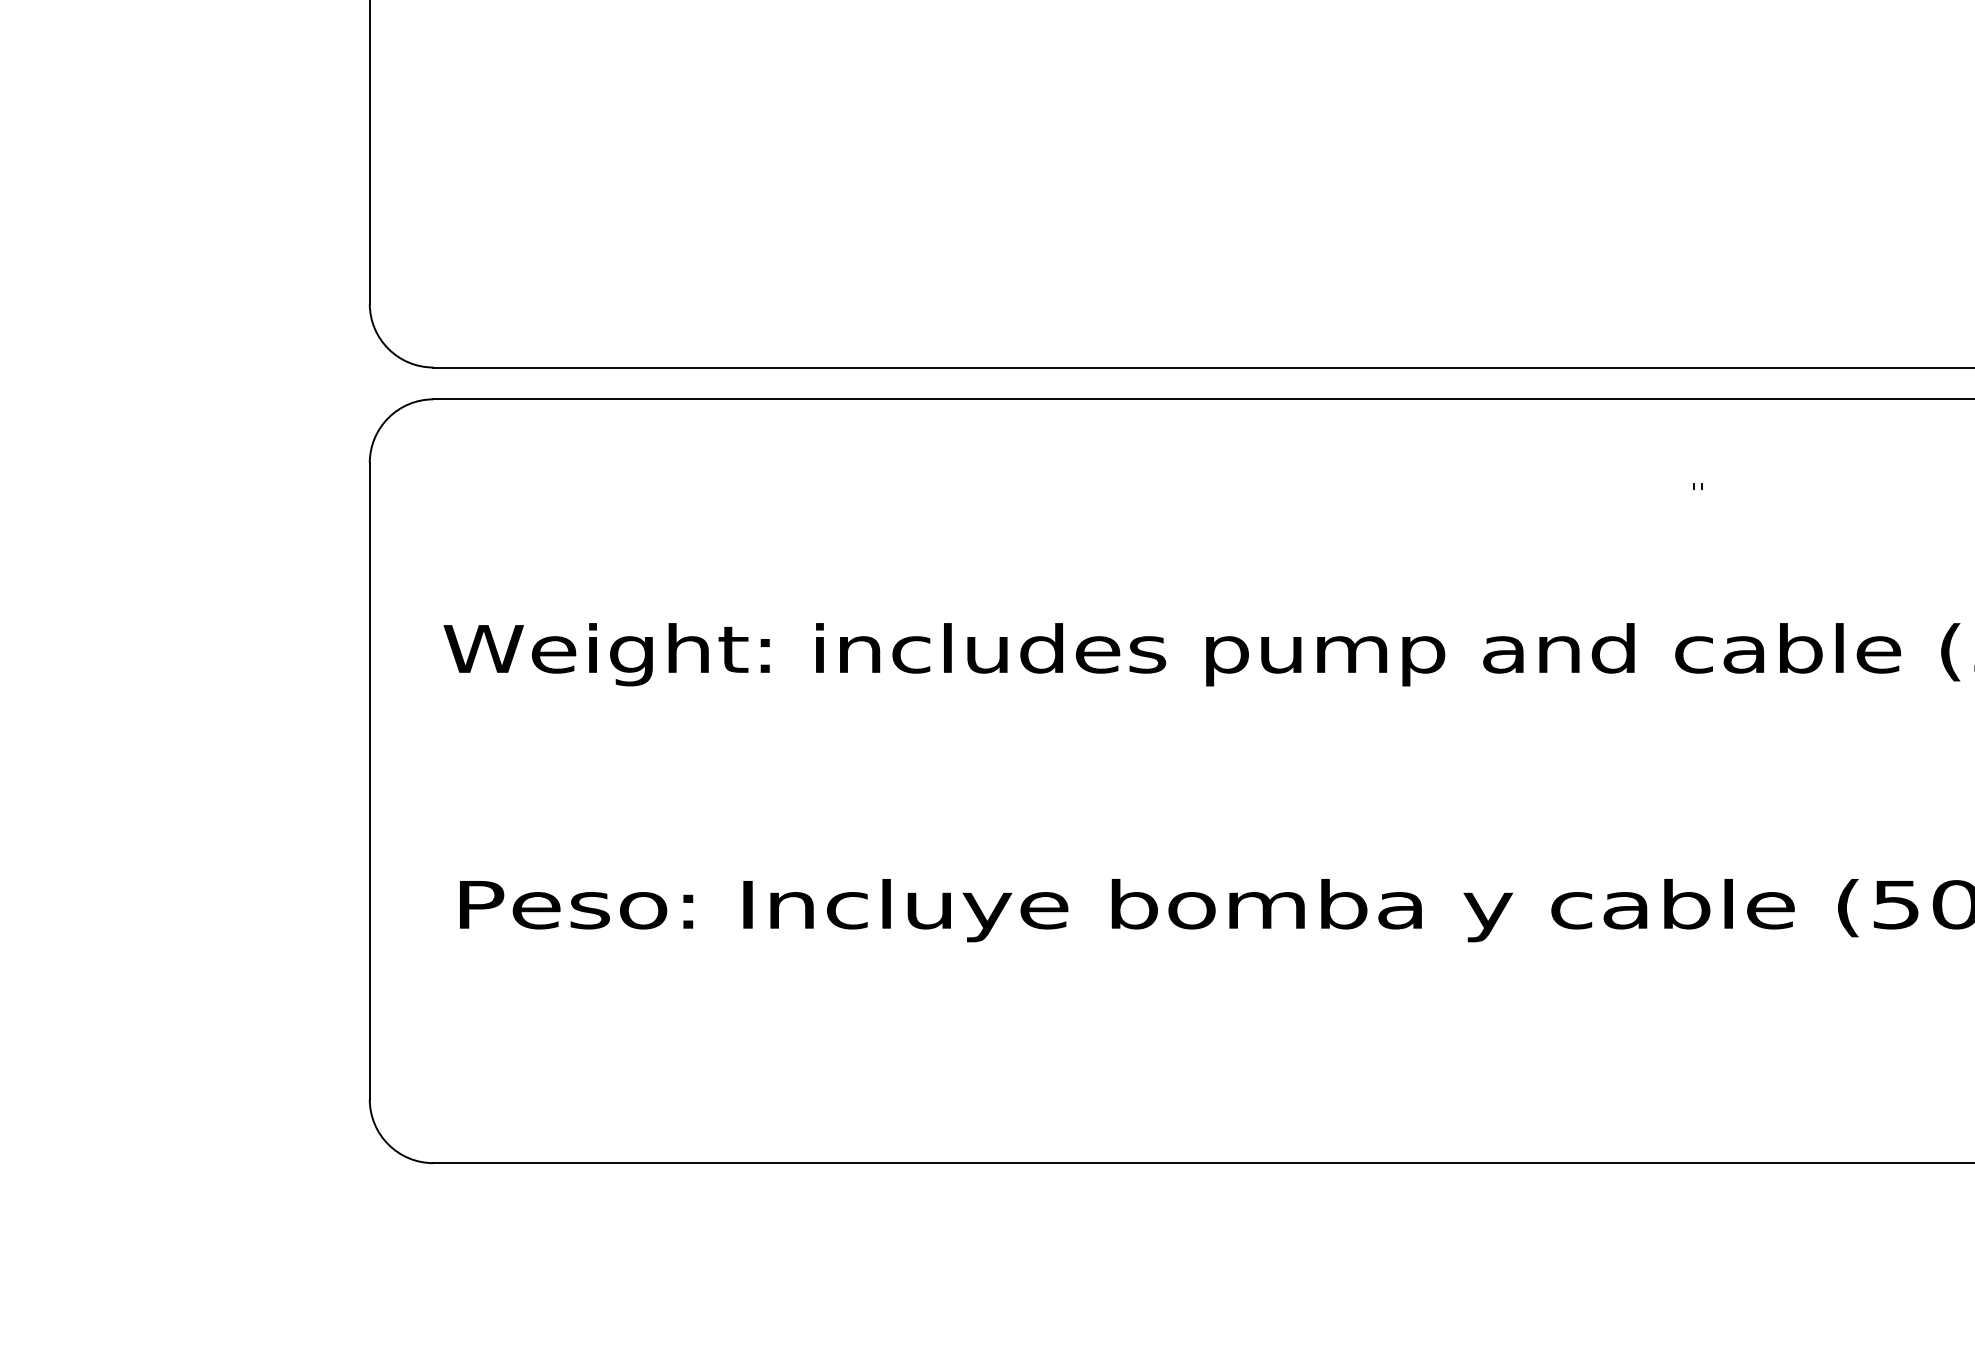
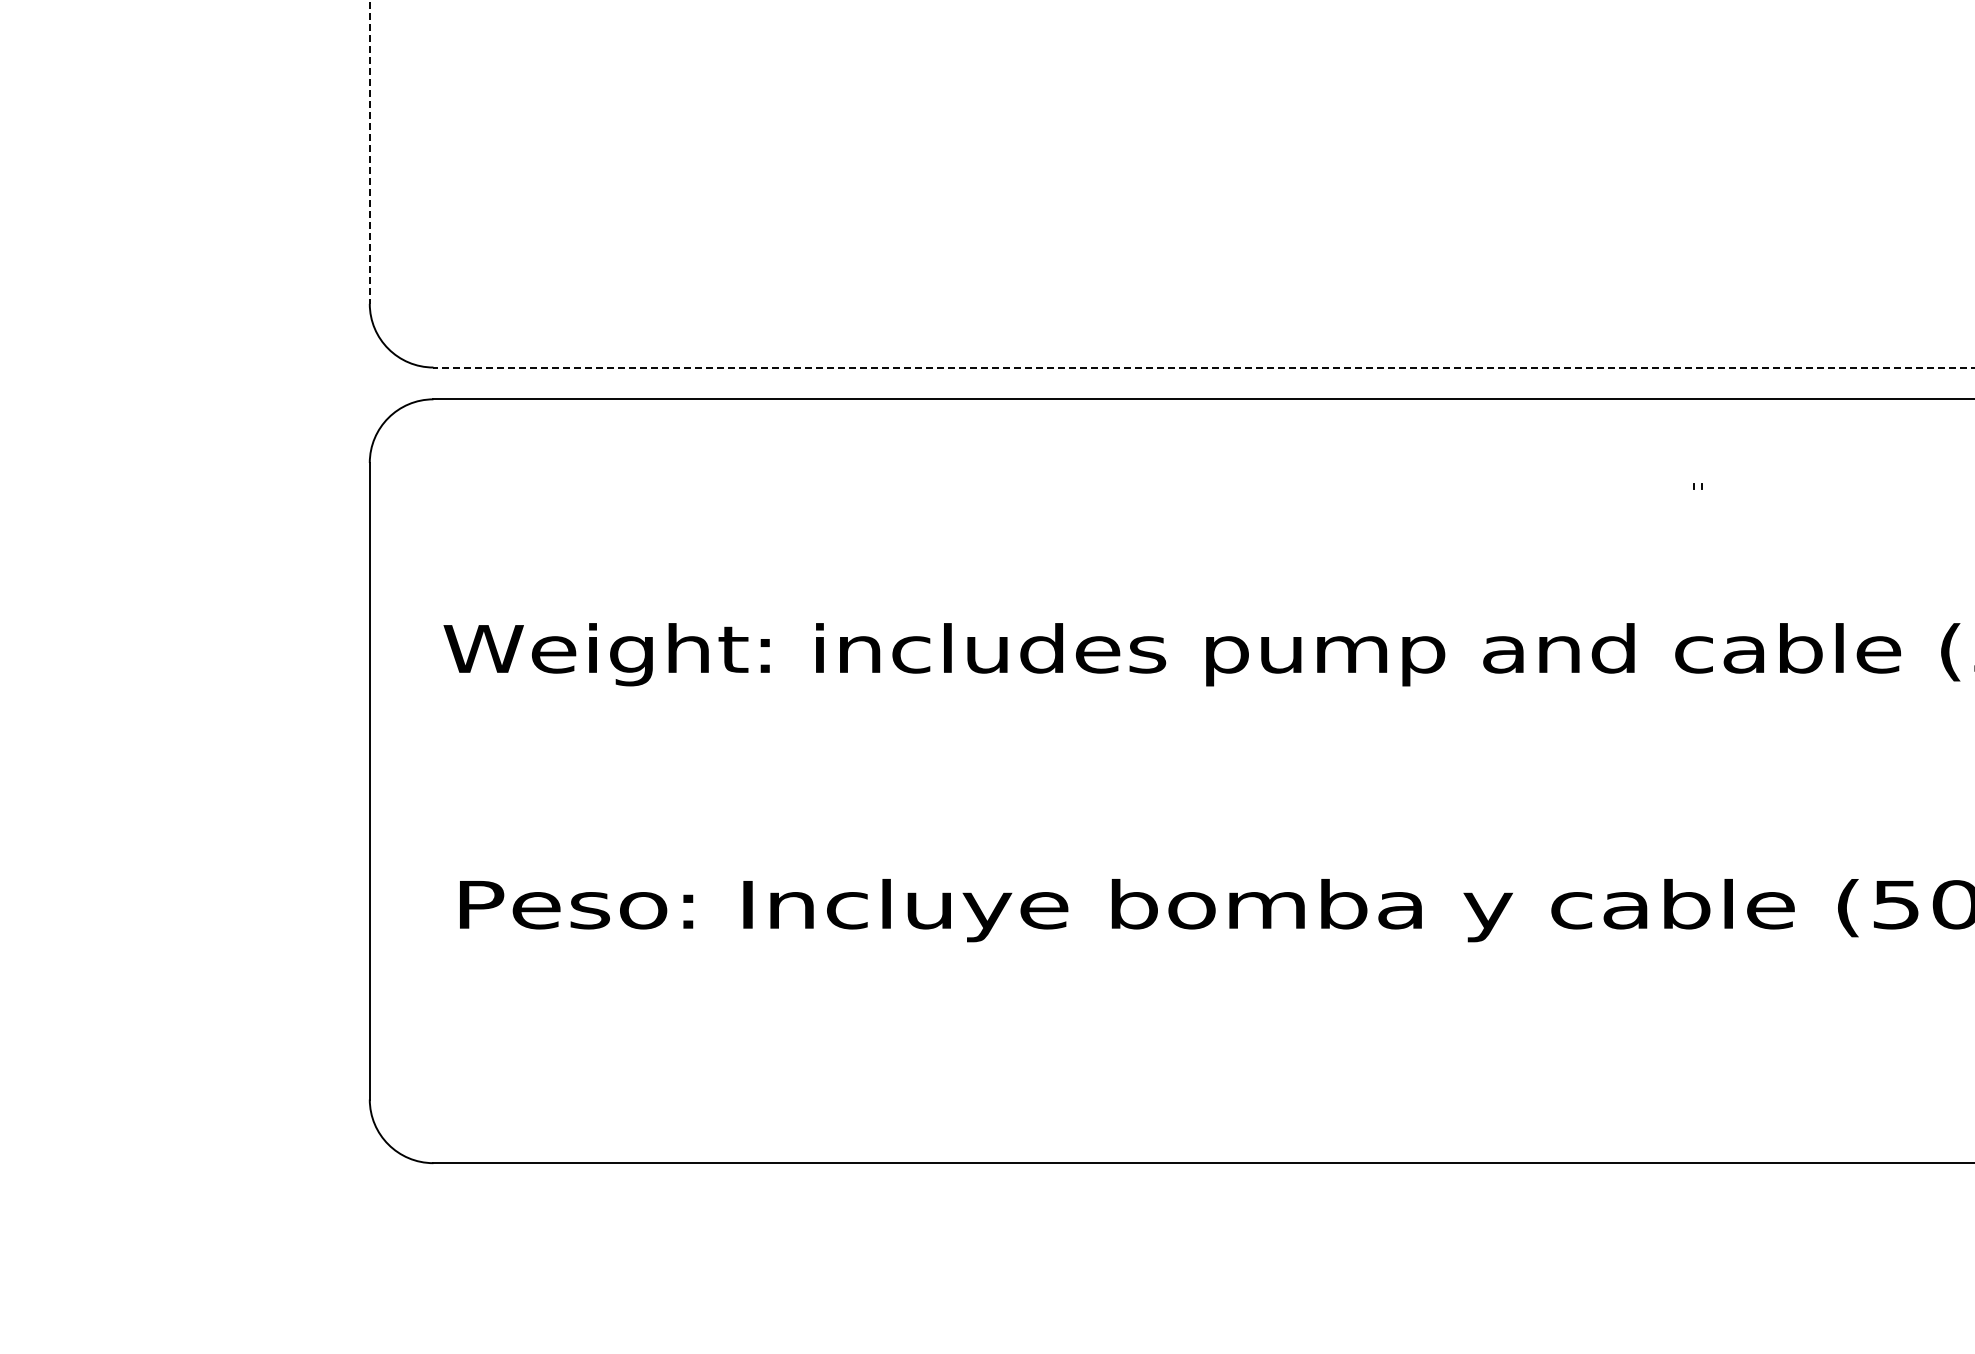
line at (369, 153): solid -> dashed
line at (1203, 367): solid -> dashed
